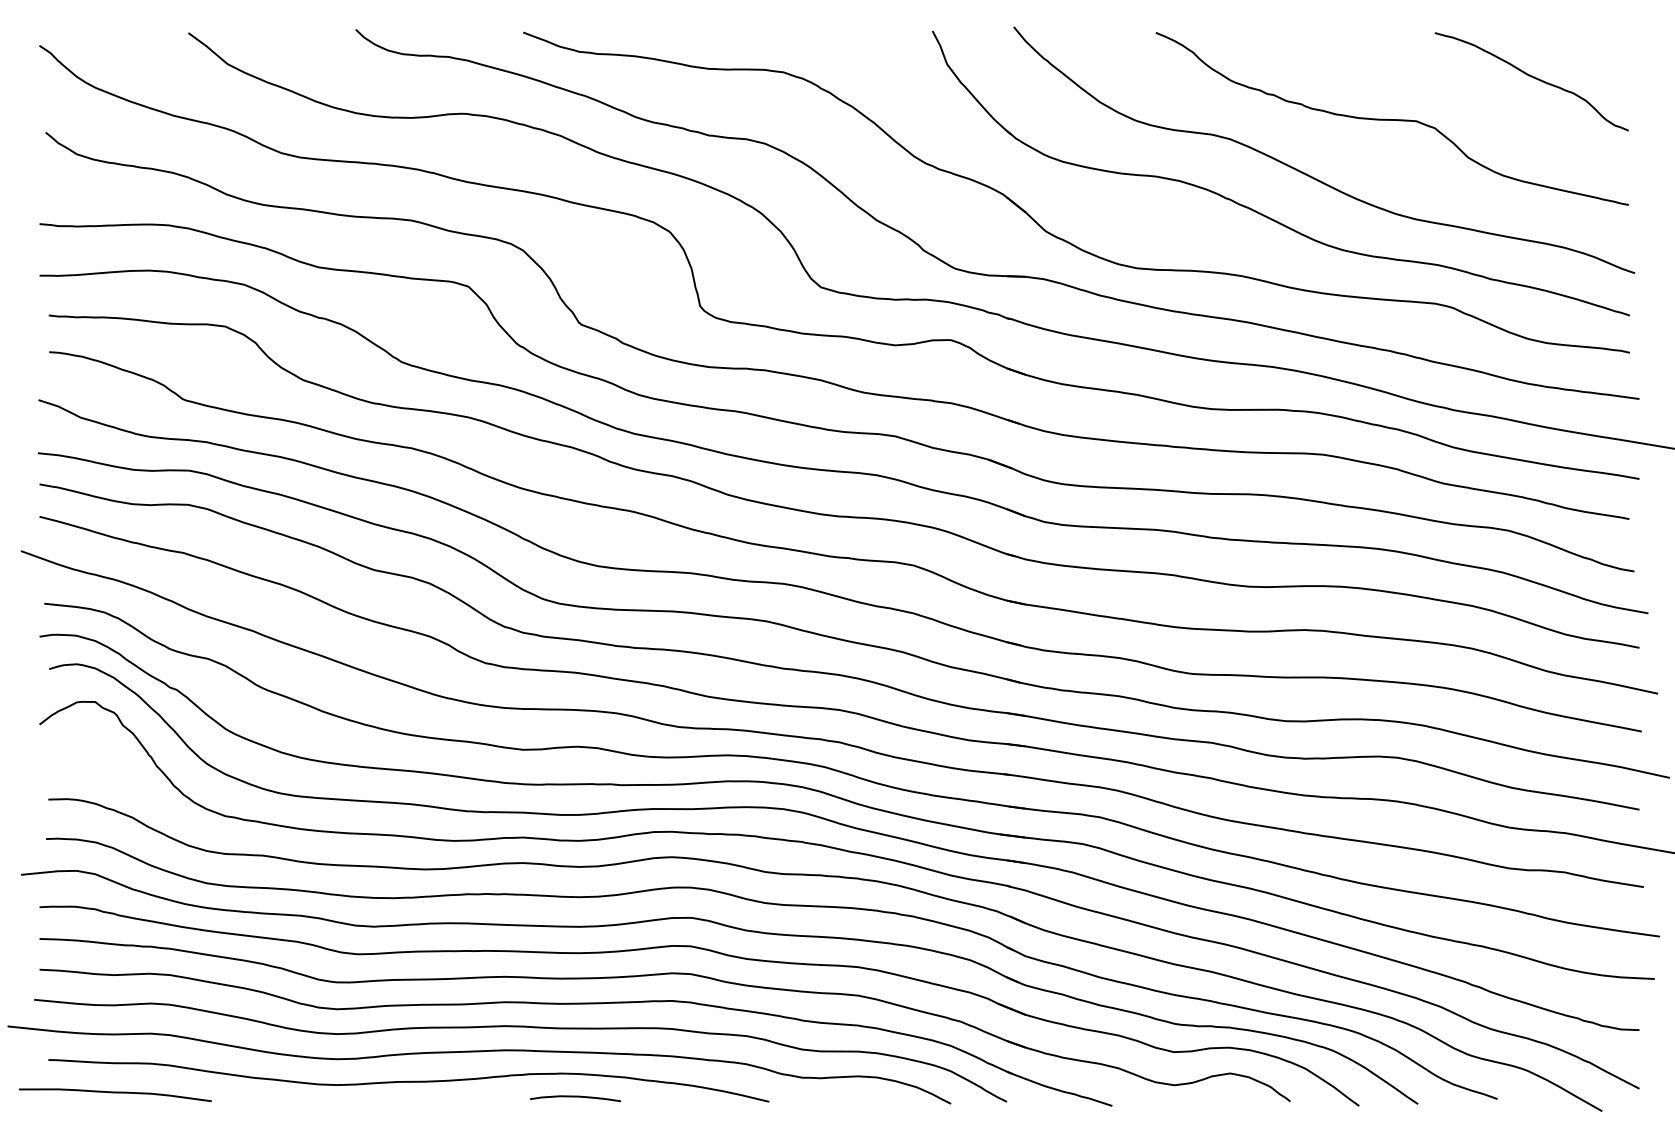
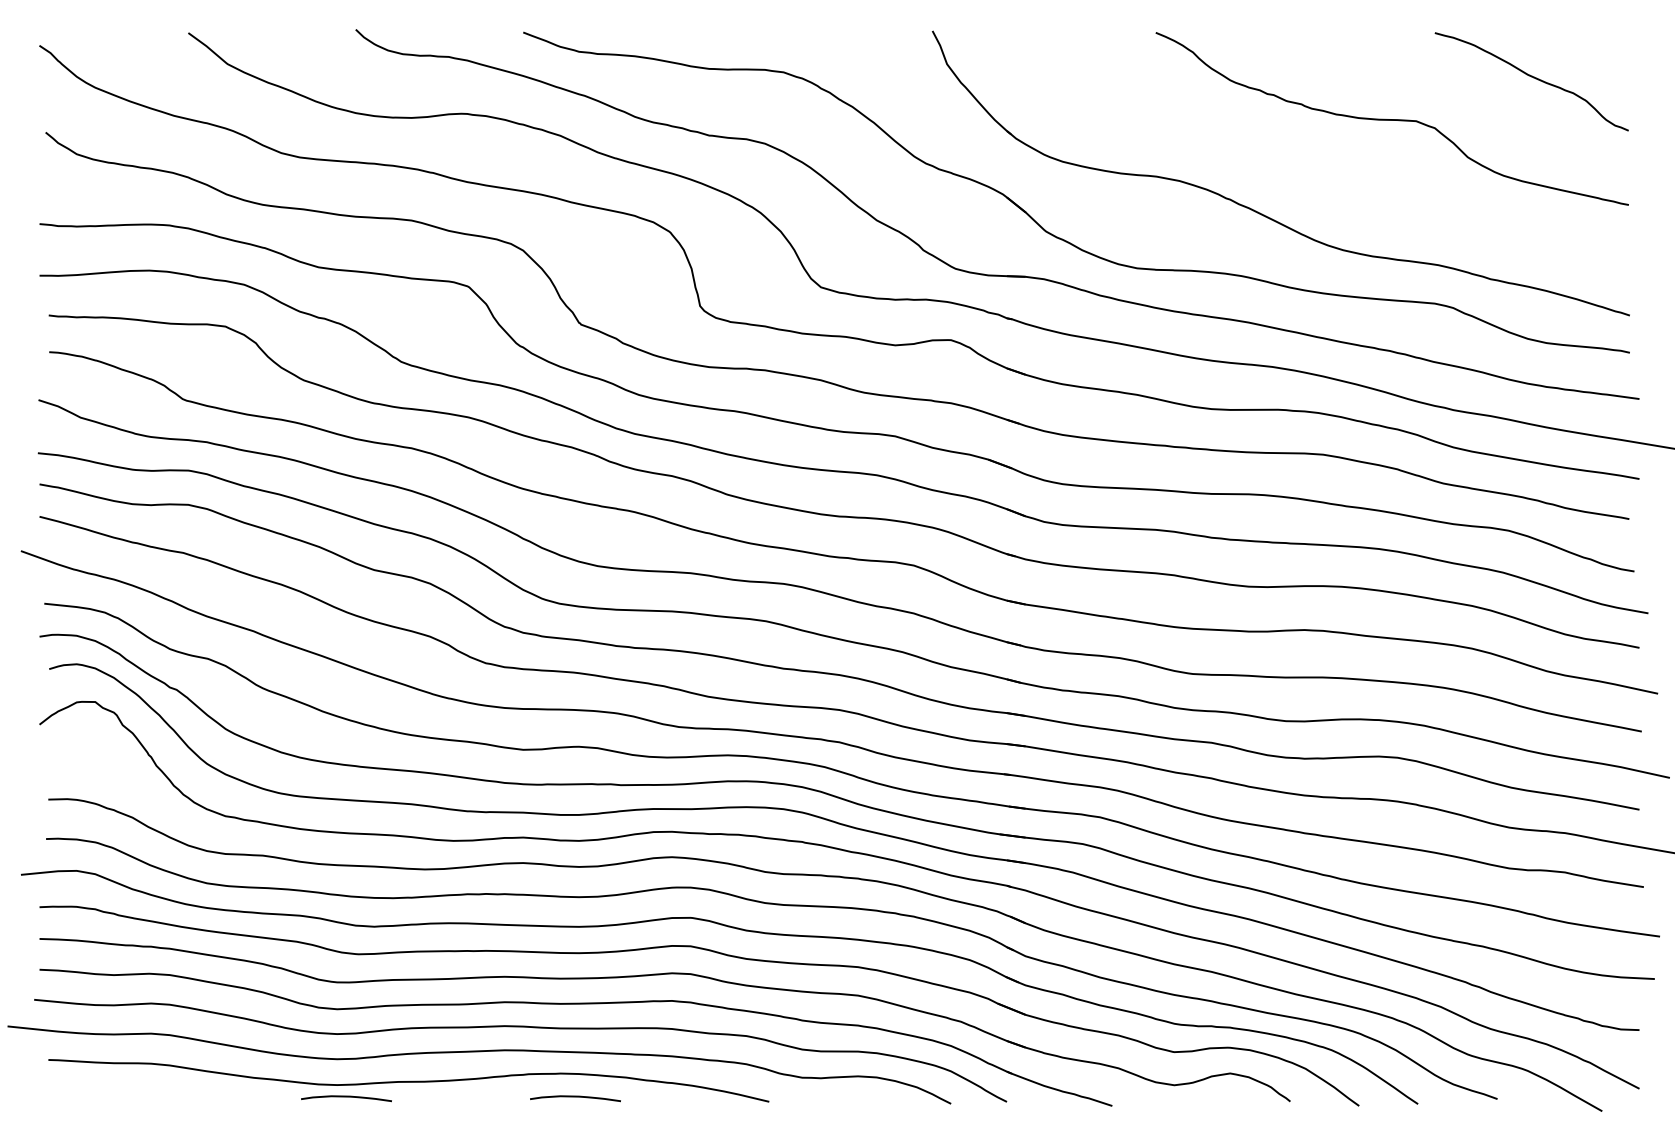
curve at (1310, 175): present -> none
curve at (115, 1093): present -> none
curve at (346, 1097): none -> present
